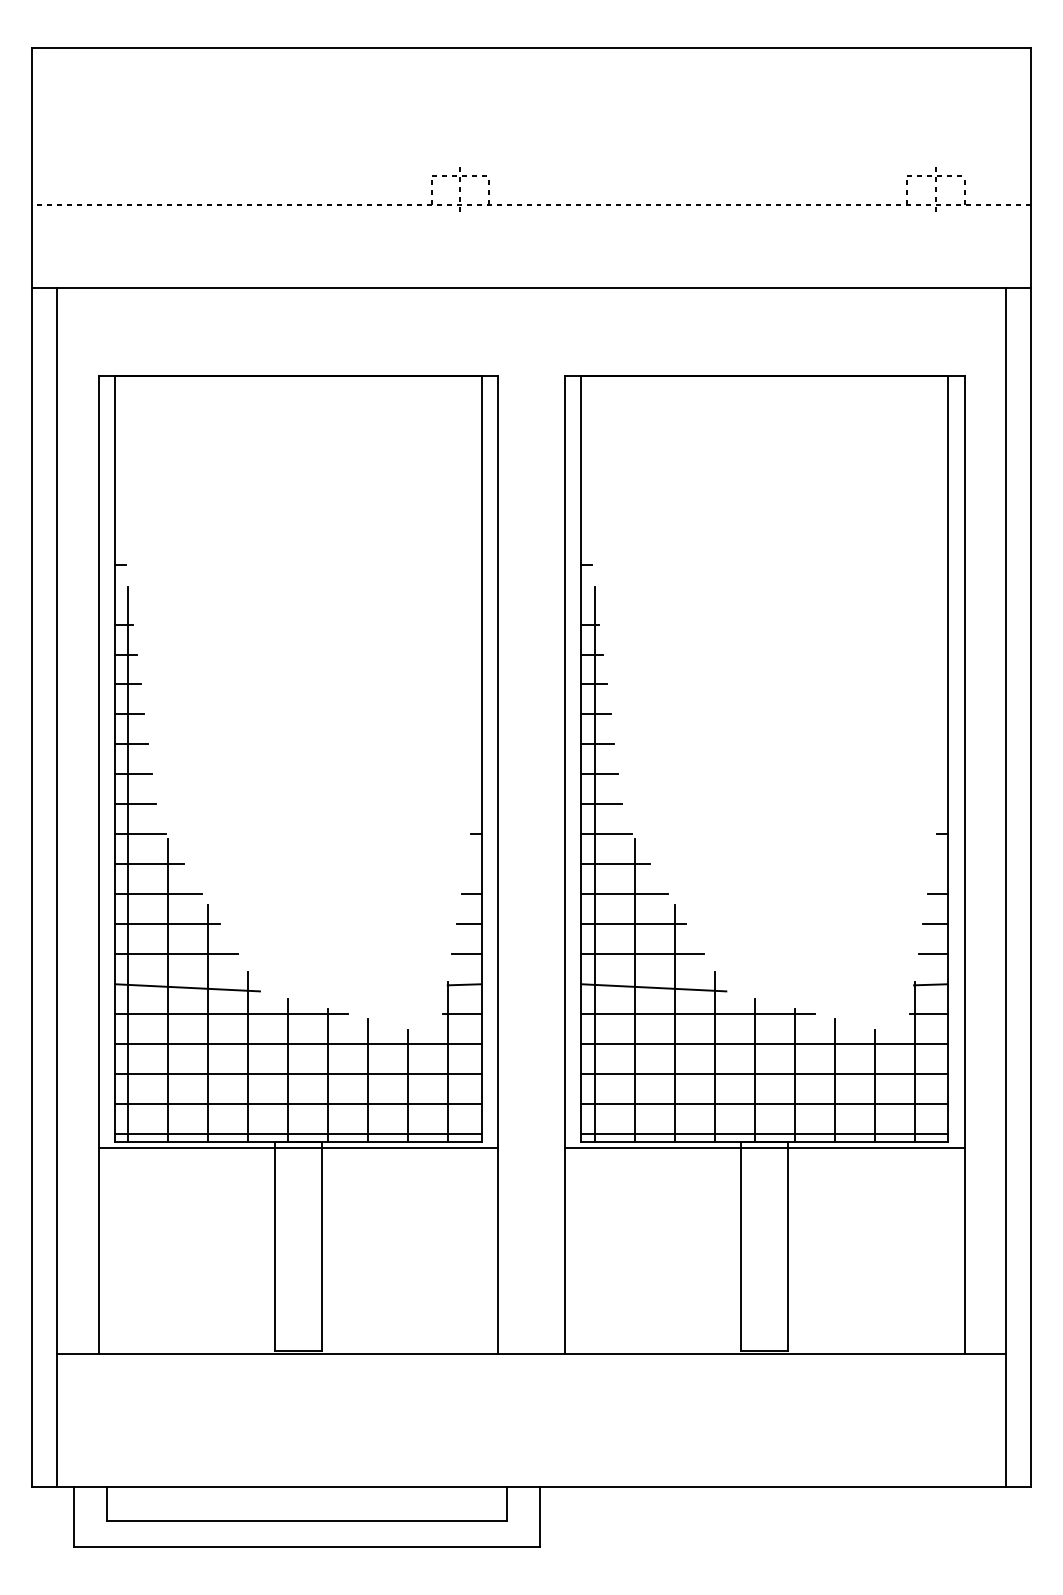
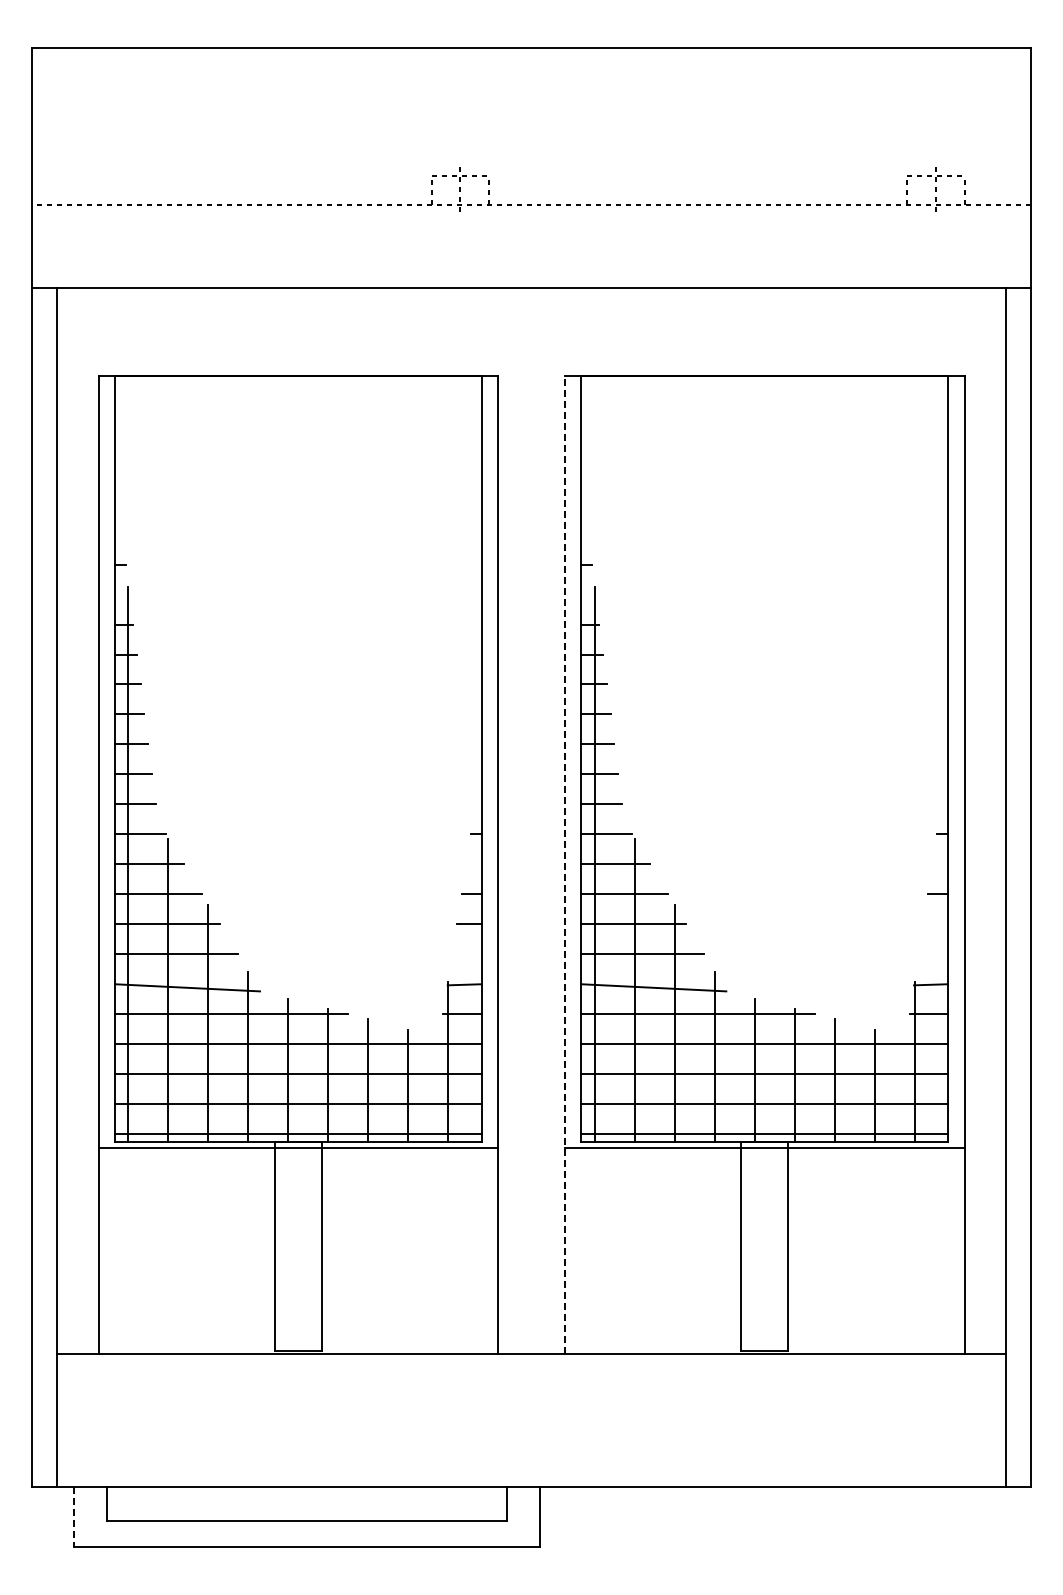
line at (564, 865): solid -> dashed
line at (935, 924): present -> none
line at (466, 954): present -> none
line at (932, 954): present -> none
line at (73, 1517): solid -> dashed
